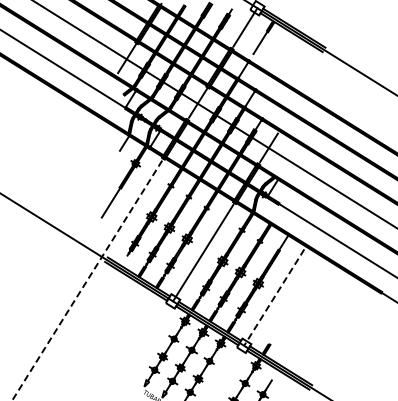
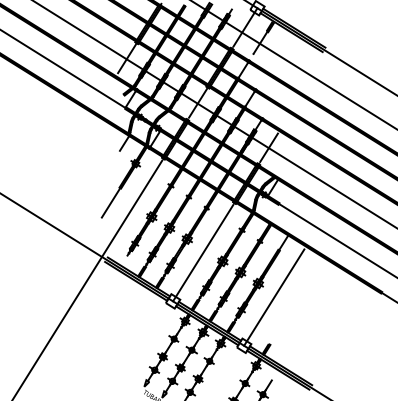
line at (293, 64): none -> present
line at (87, 280): dashed -> solid
line at (274, 297): dashed -> solid
